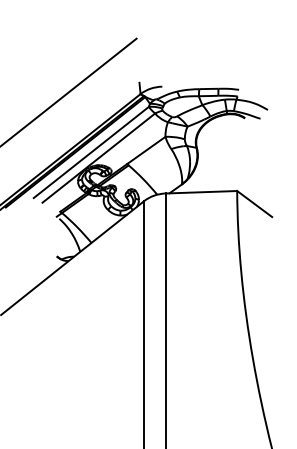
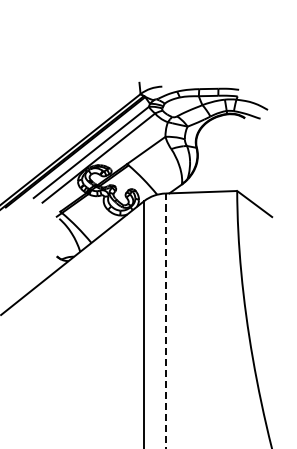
line at (69, 91): present -> none
line at (165, 321): solid -> dashed
